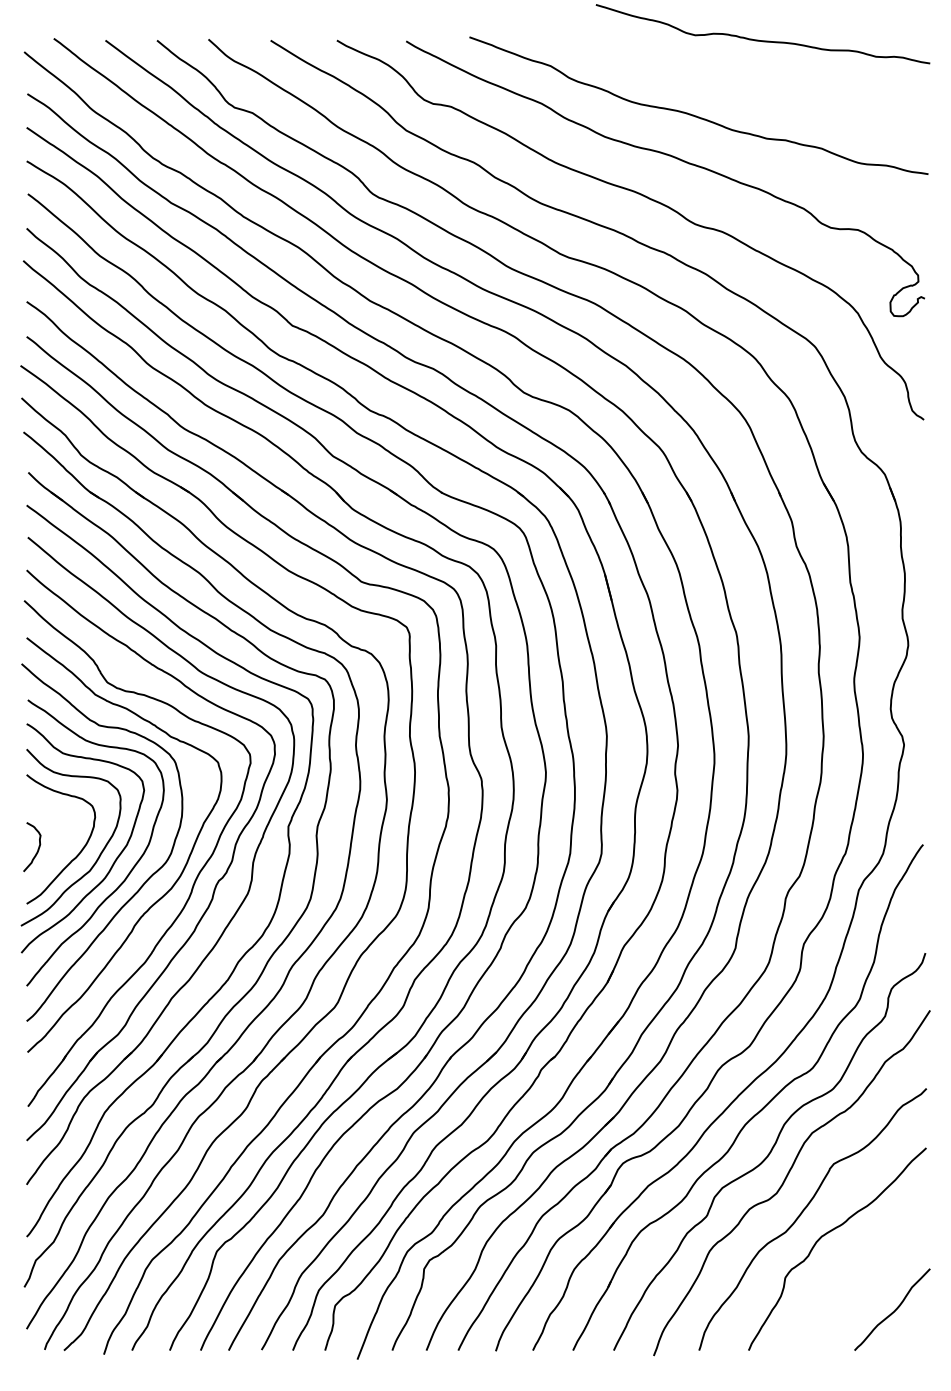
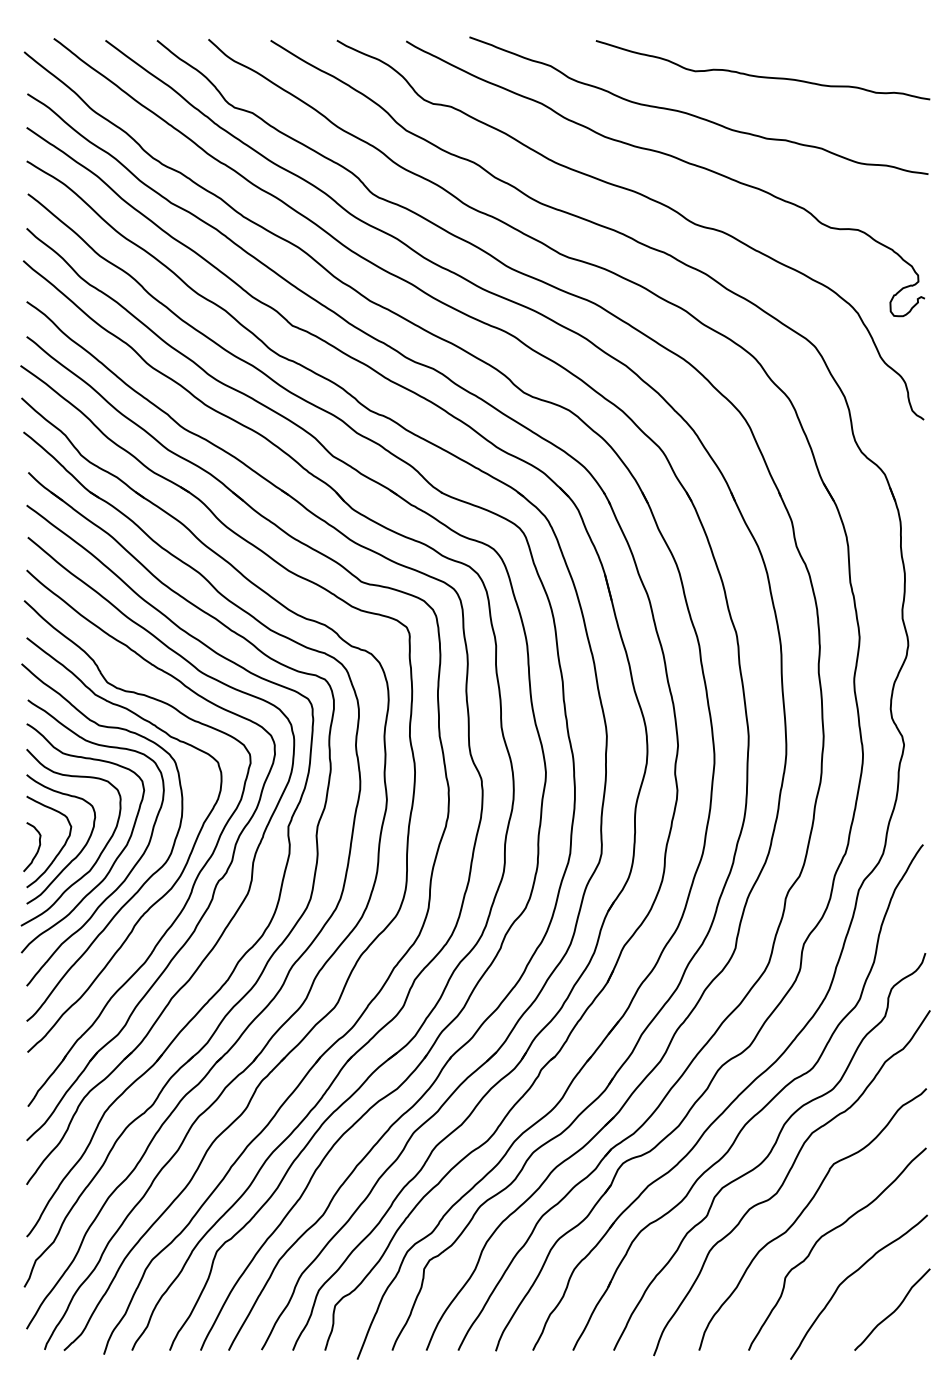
curve at (762, 40) position: (762, 40) -> (762, 76)
curve at (61, 847): none -> present
curve at (852, 1275): none -> present
